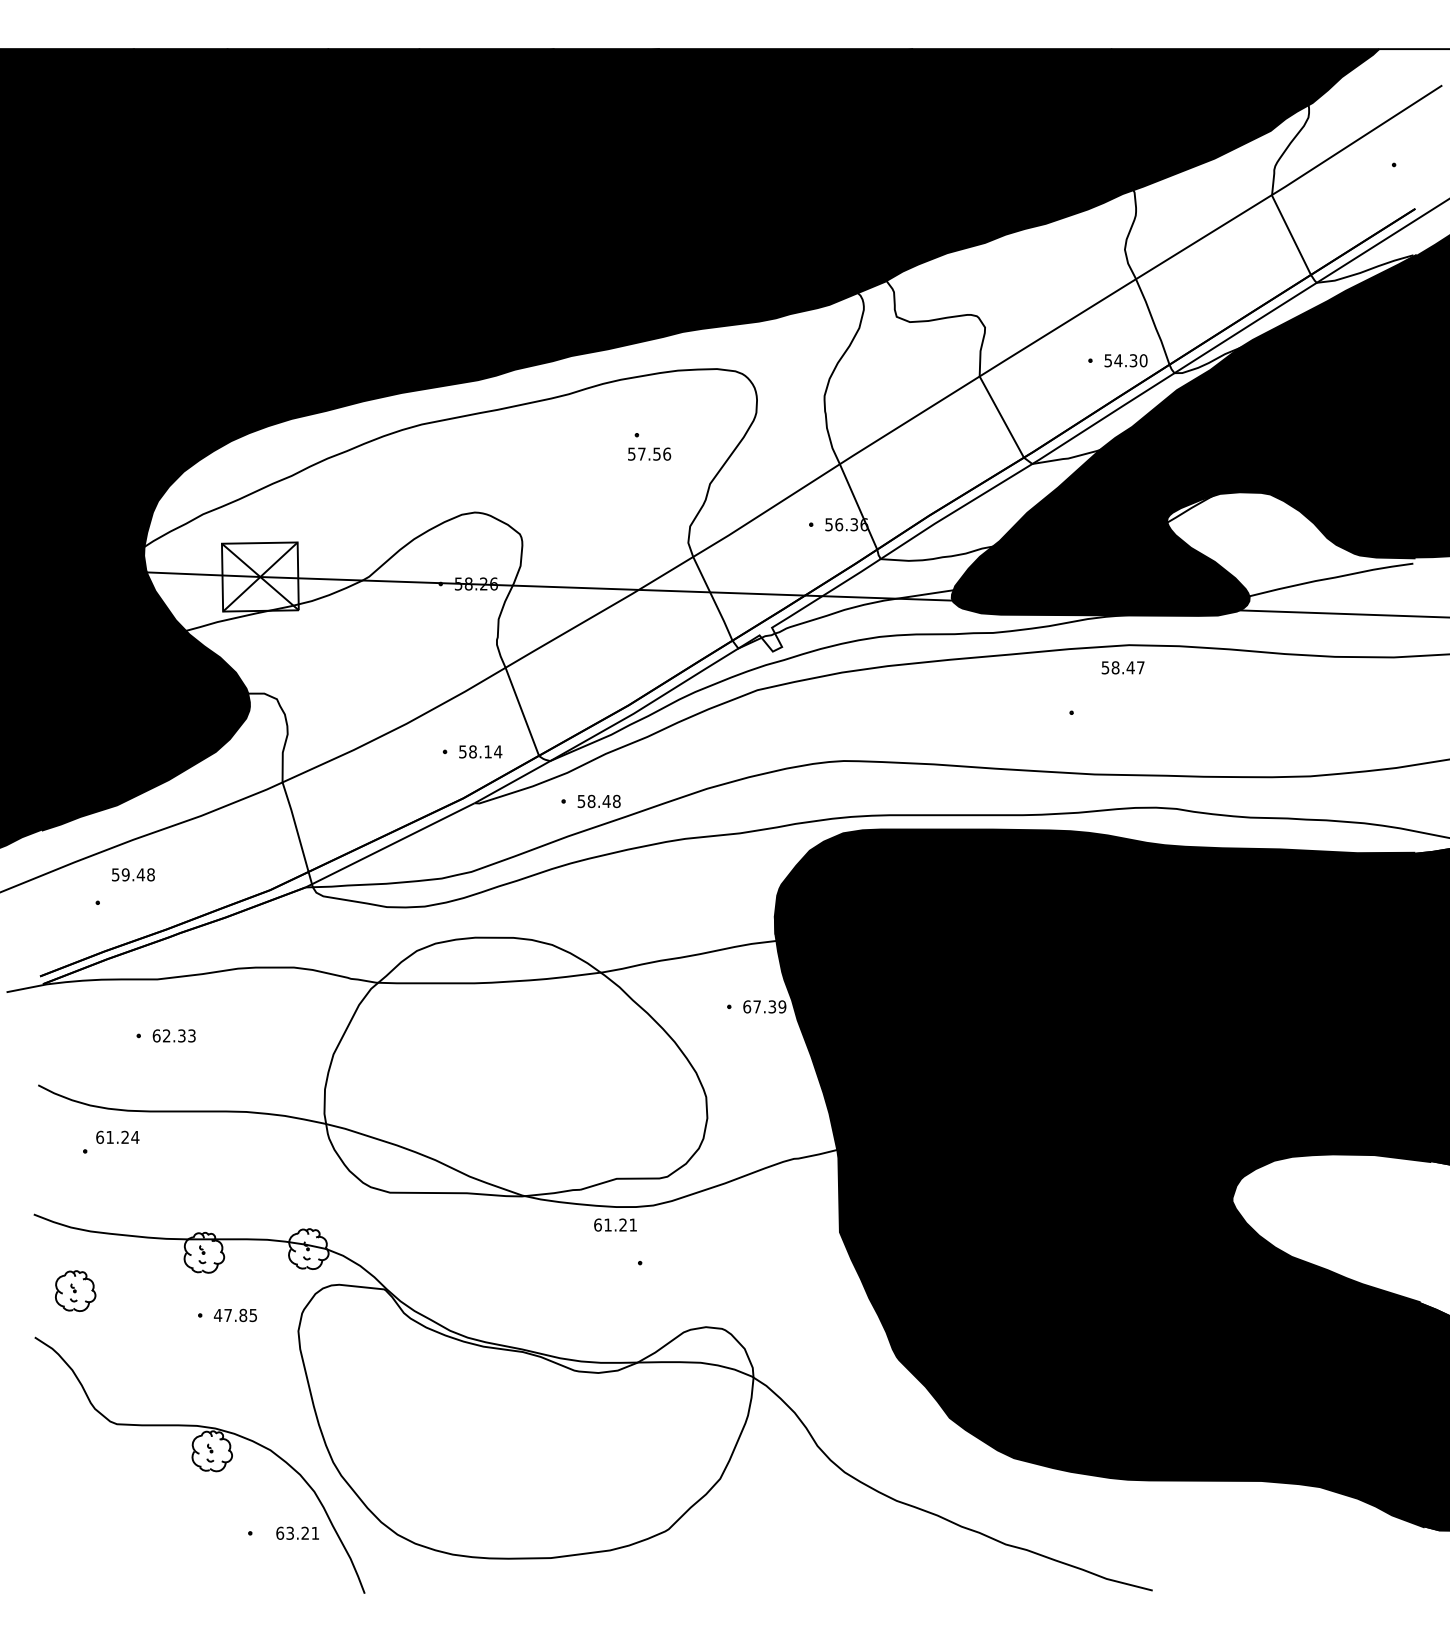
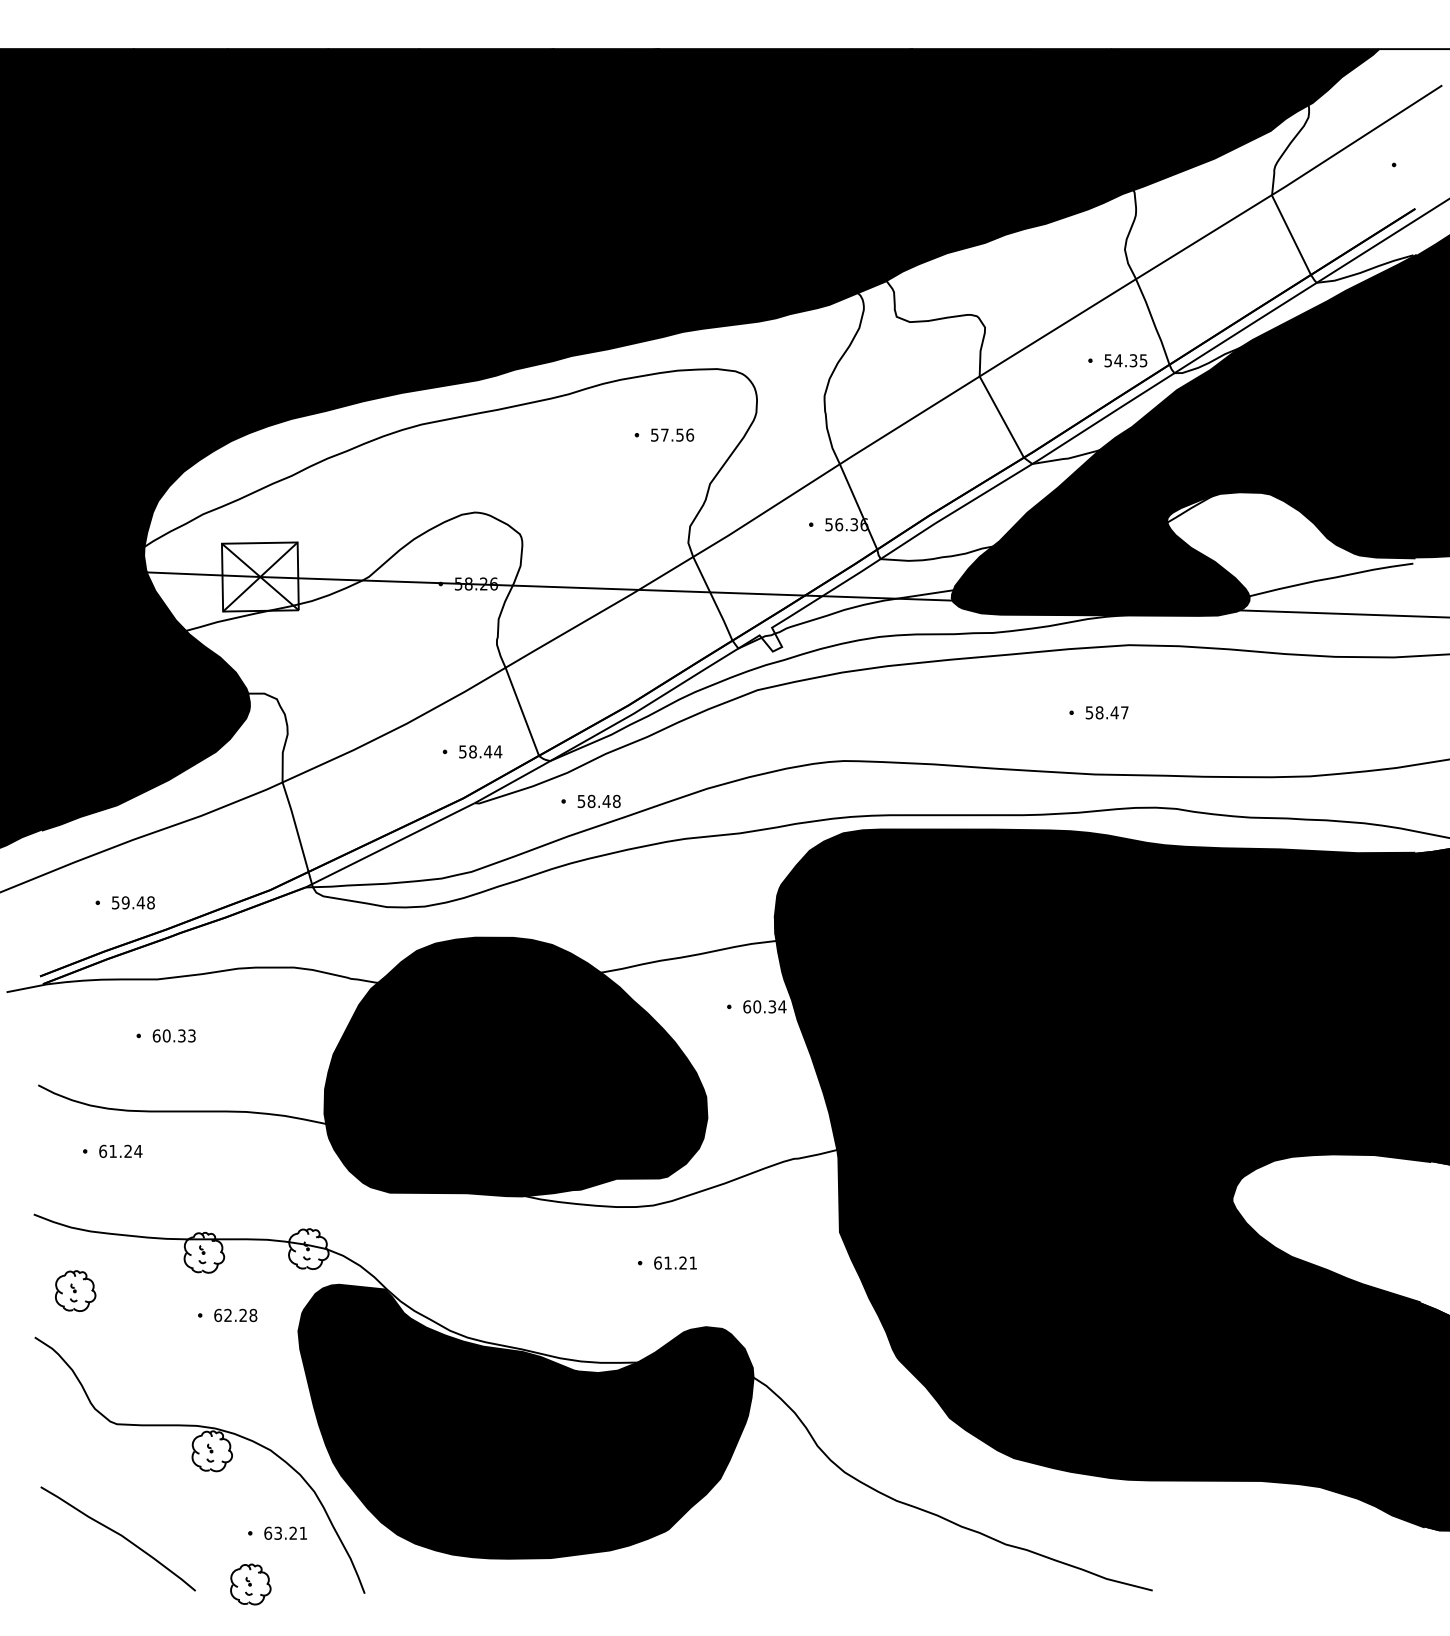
text at (1143, 360): 54.30 -> 54.35
text at (649, 453) position: (649, 453) -> (672, 434)
text at (1122, 667) position: (1122, 667) -> (1106, 712)
text at (487, 751): 58.14 -> 58.44
text at (133, 874) position: (133, 874) -> (133, 902)
text at (769, 1006): 67.39 -> 60.34
text at (166, 1035): 62.33 -> 60.33
fill at (515, 1066): none -> present
text at (117, 1136) position: (117, 1136) -> (120, 1150)
text at (615, 1224) position: (615, 1224) -> (675, 1262)
text at (235, 1315): 47.85 -> 62.28
fill at (525, 1421): none -> present
text at (297, 1532) position: (297, 1532) -> (285, 1532)
curve at (119, 1535): none -> present
part at (250, 1584): none -> present
